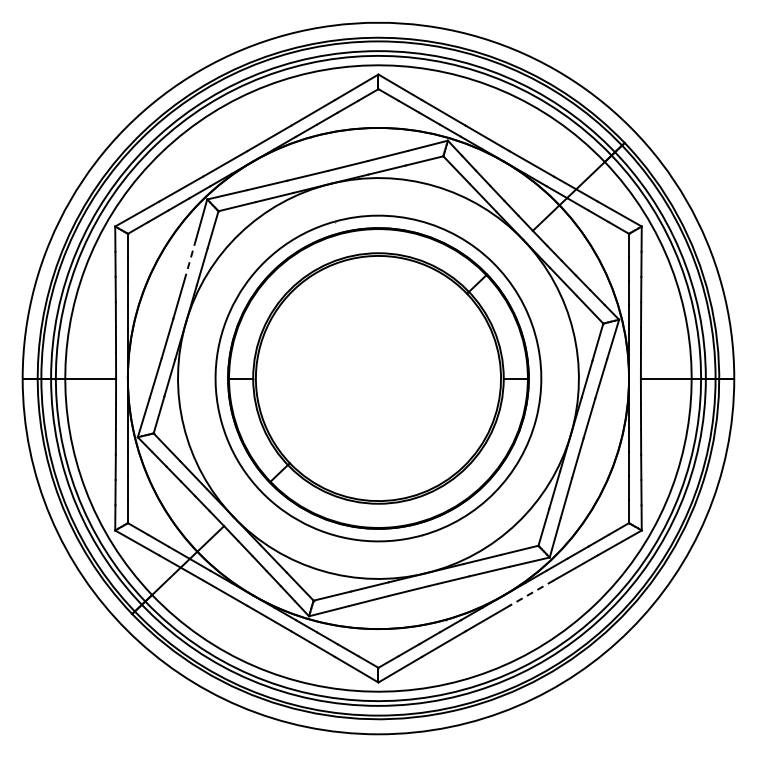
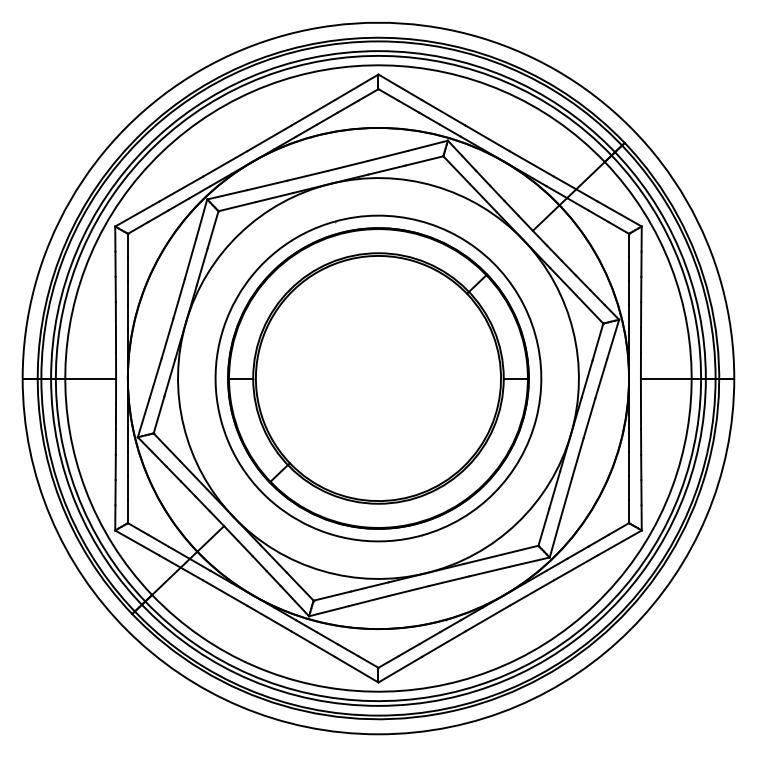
line at (190, 259): dashed -> solid
line at (531, 593): dashed -> solid
